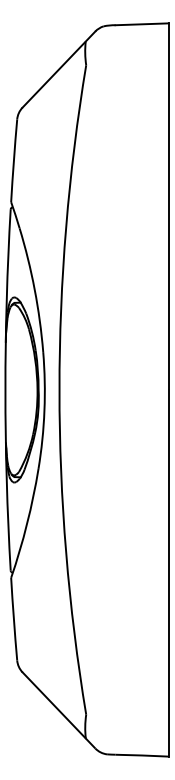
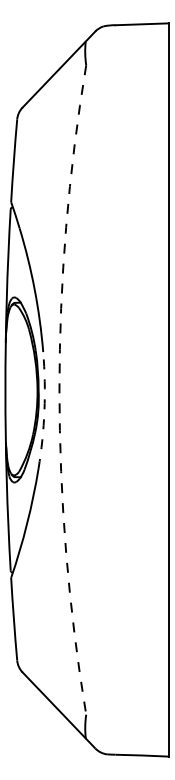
arc at (59, 390): solid -> dashed
arc at (44, 410): solid -> dashed
